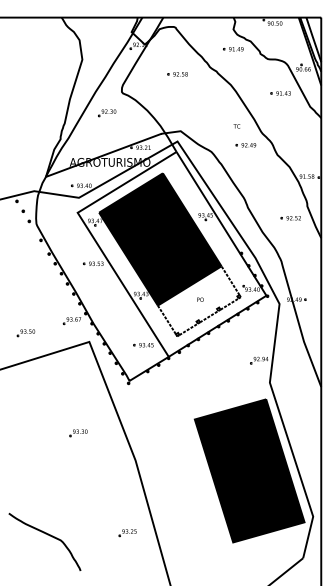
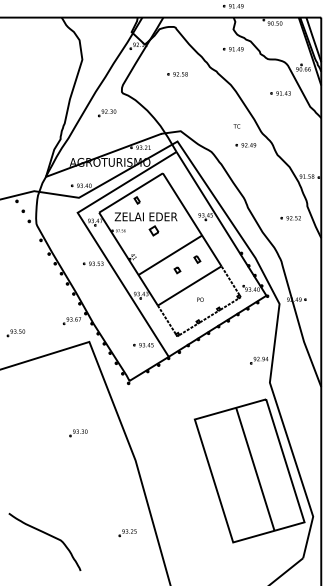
part at (233, 6): none -> present
fill at (160, 239): present -> none
part at (25, 333) position: (25, 333) -> (15, 333)
fill at (249, 470): present -> none
